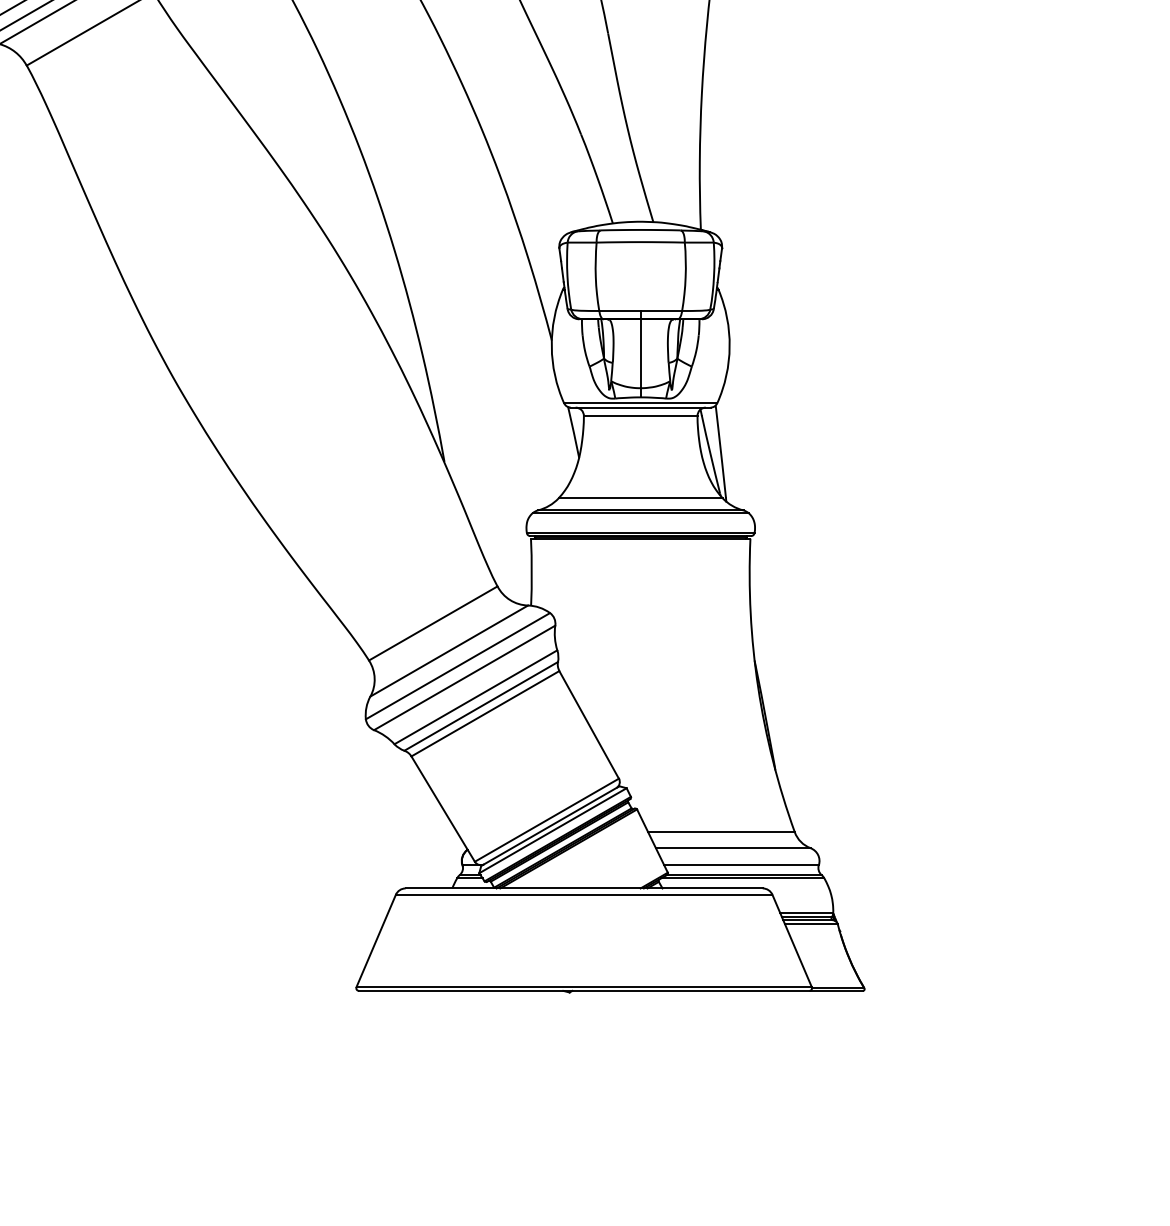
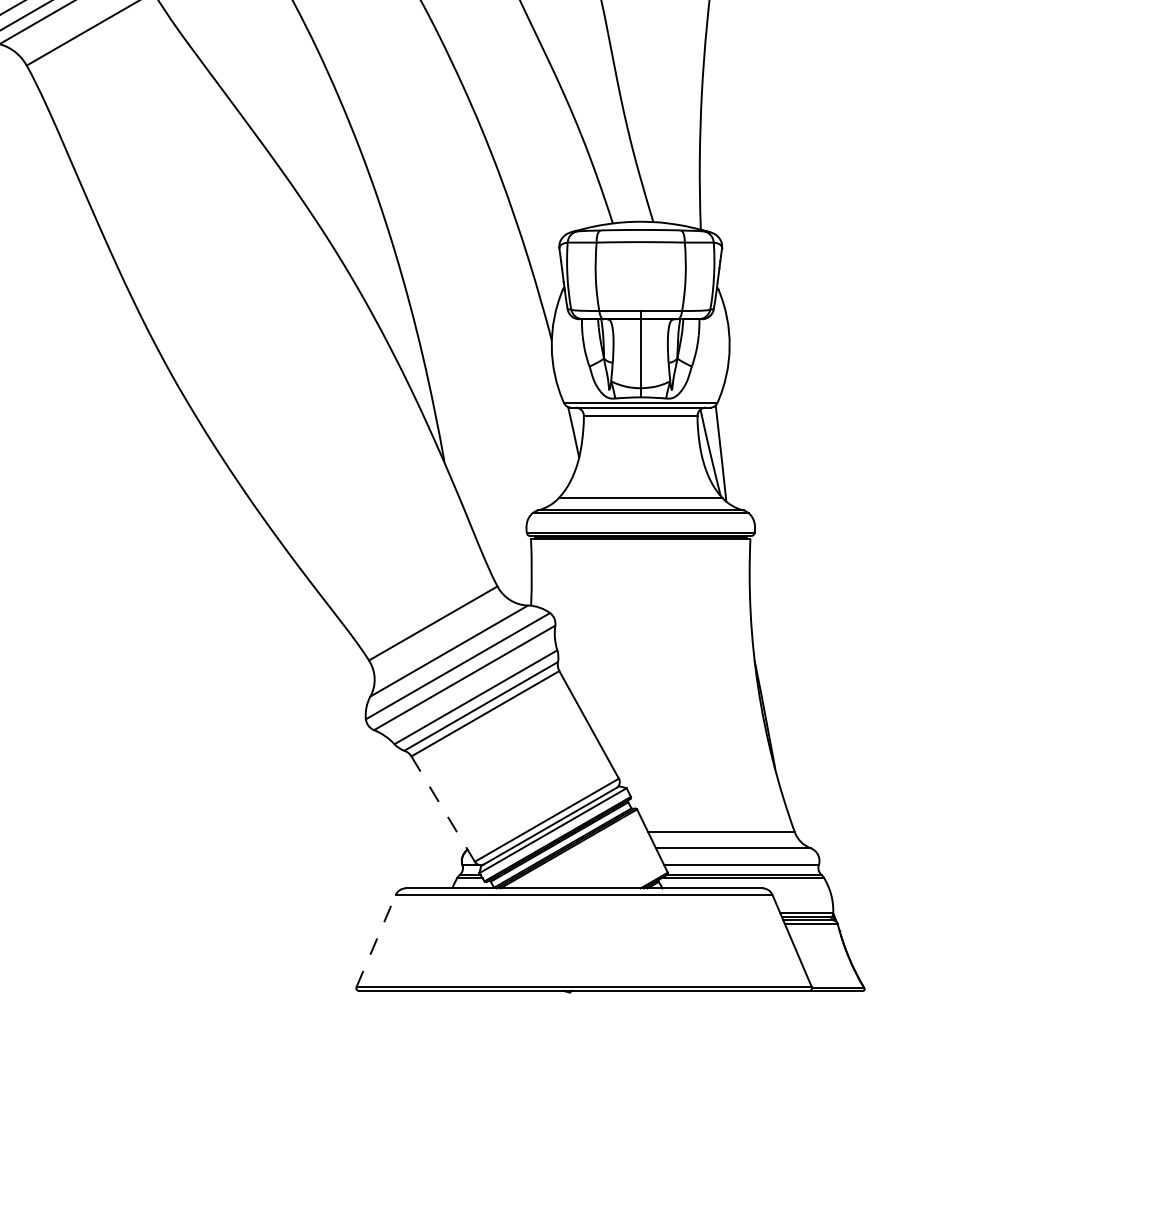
line at (443, 809): solid -> dashed
line at (376, 940): solid -> dashed
